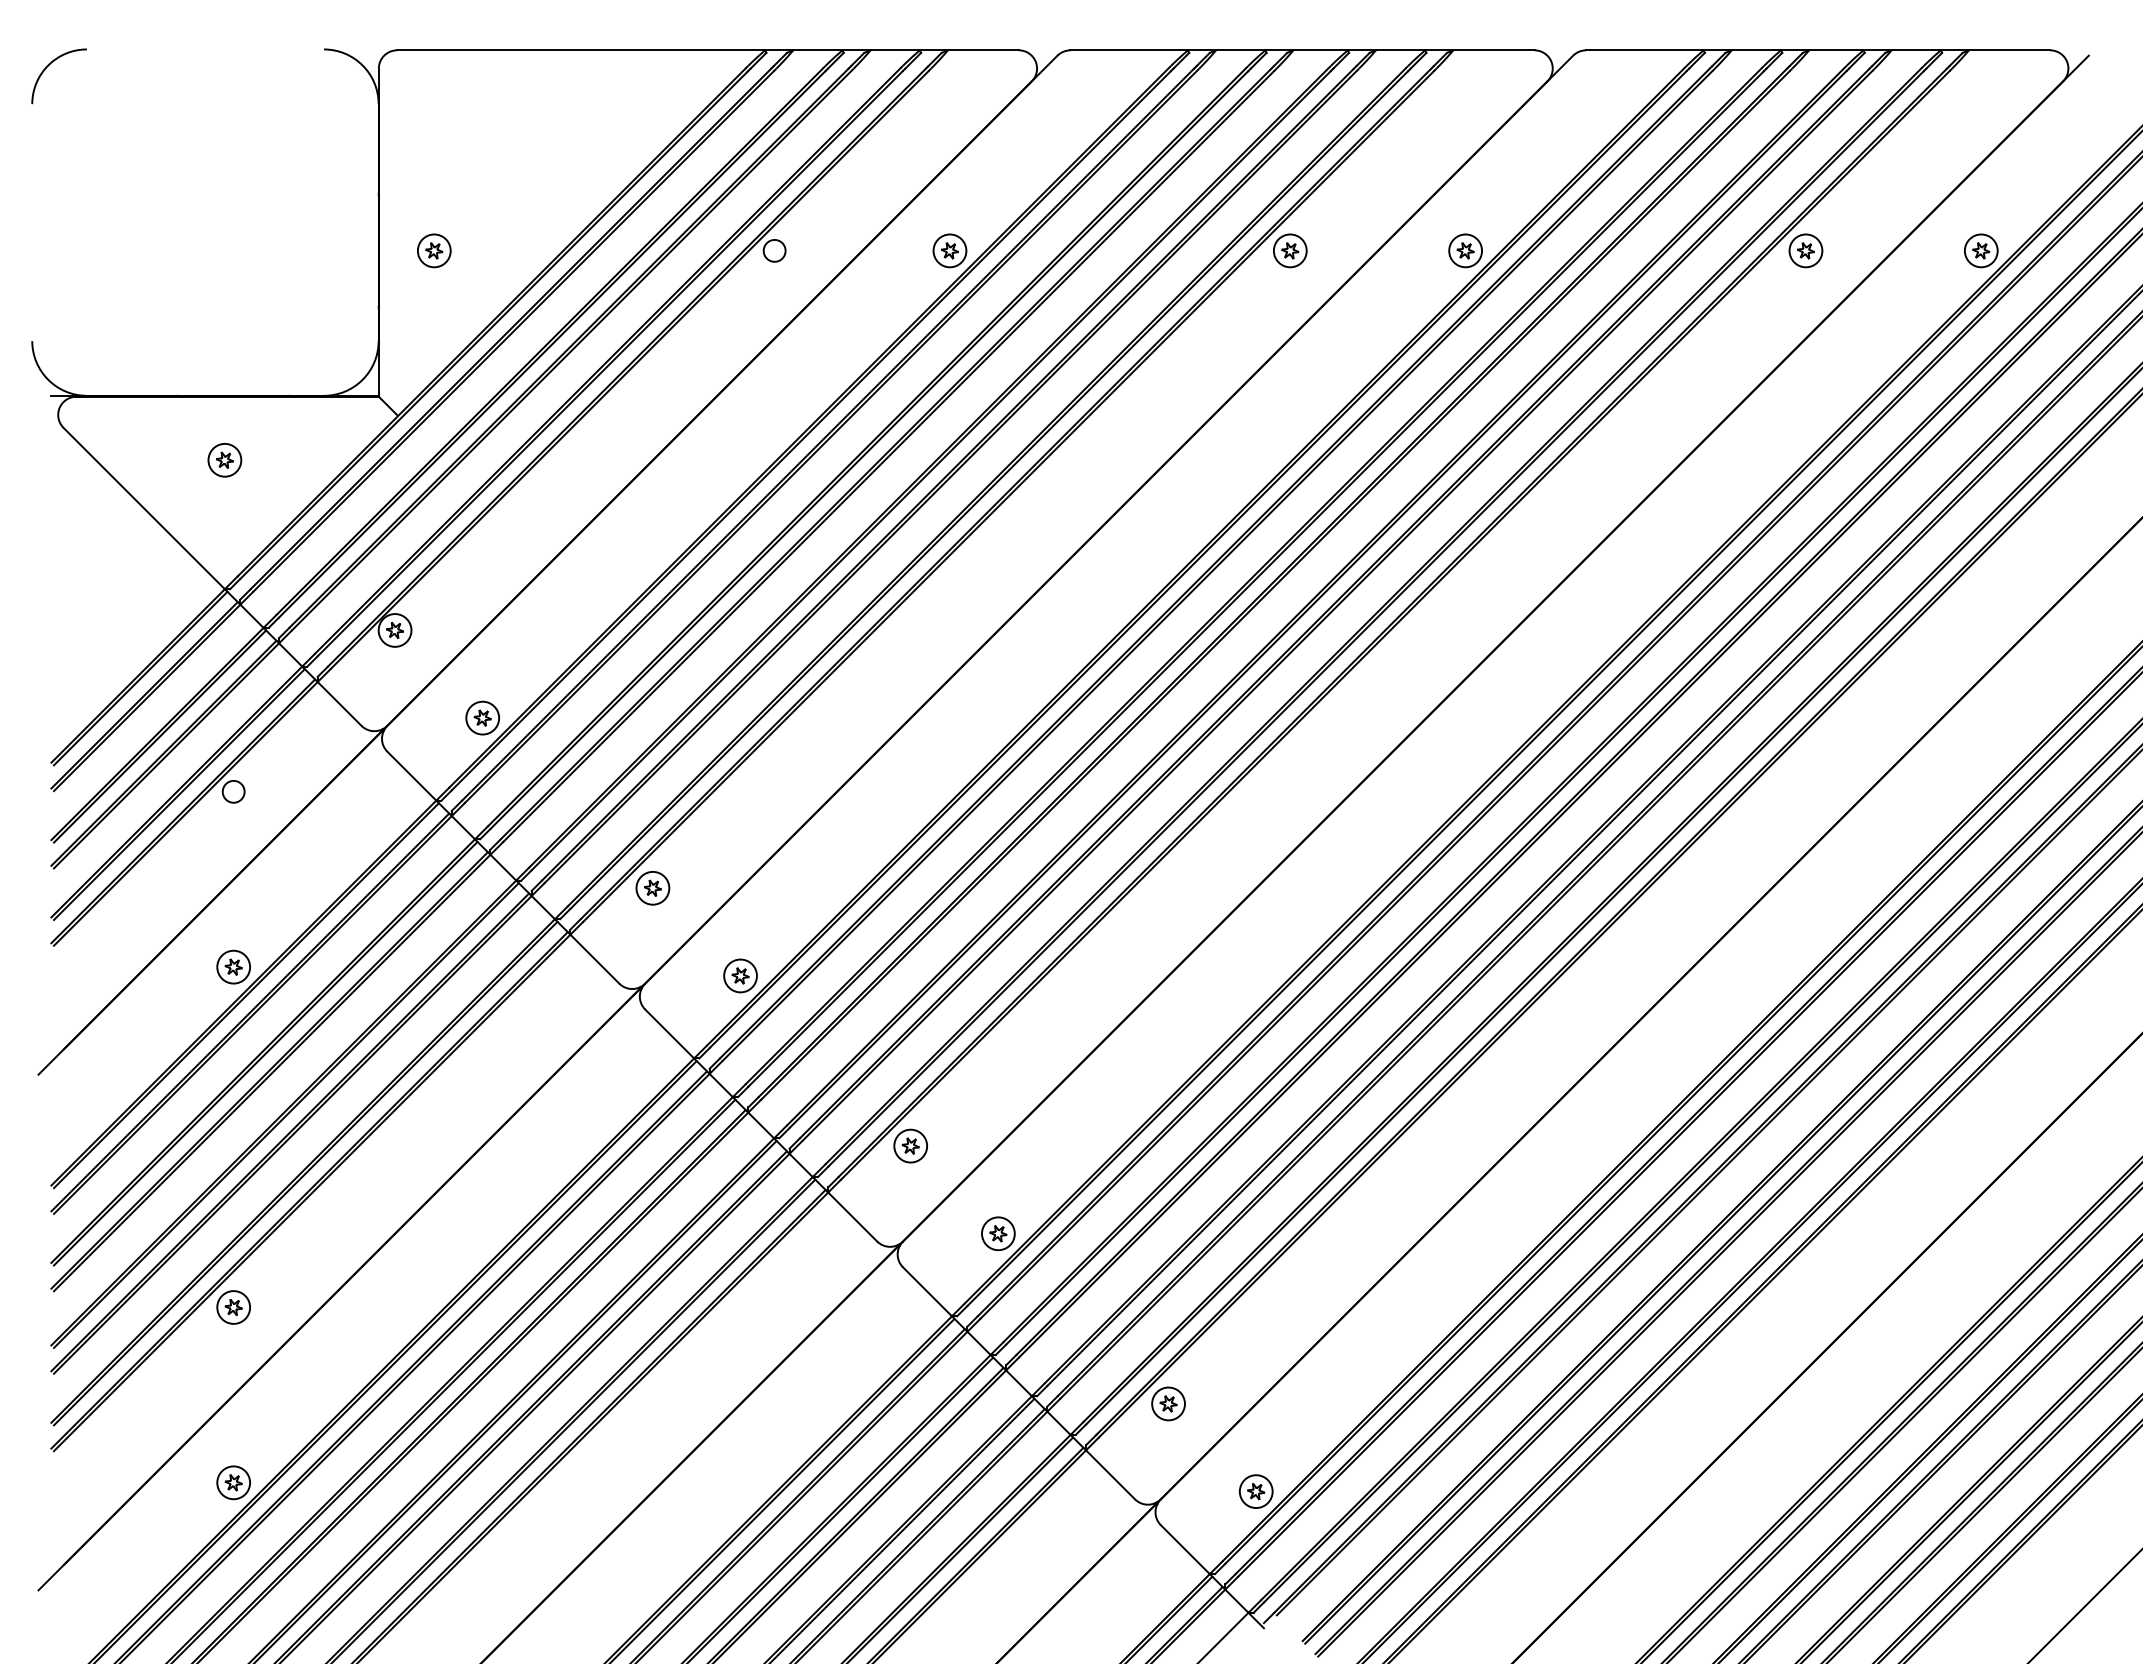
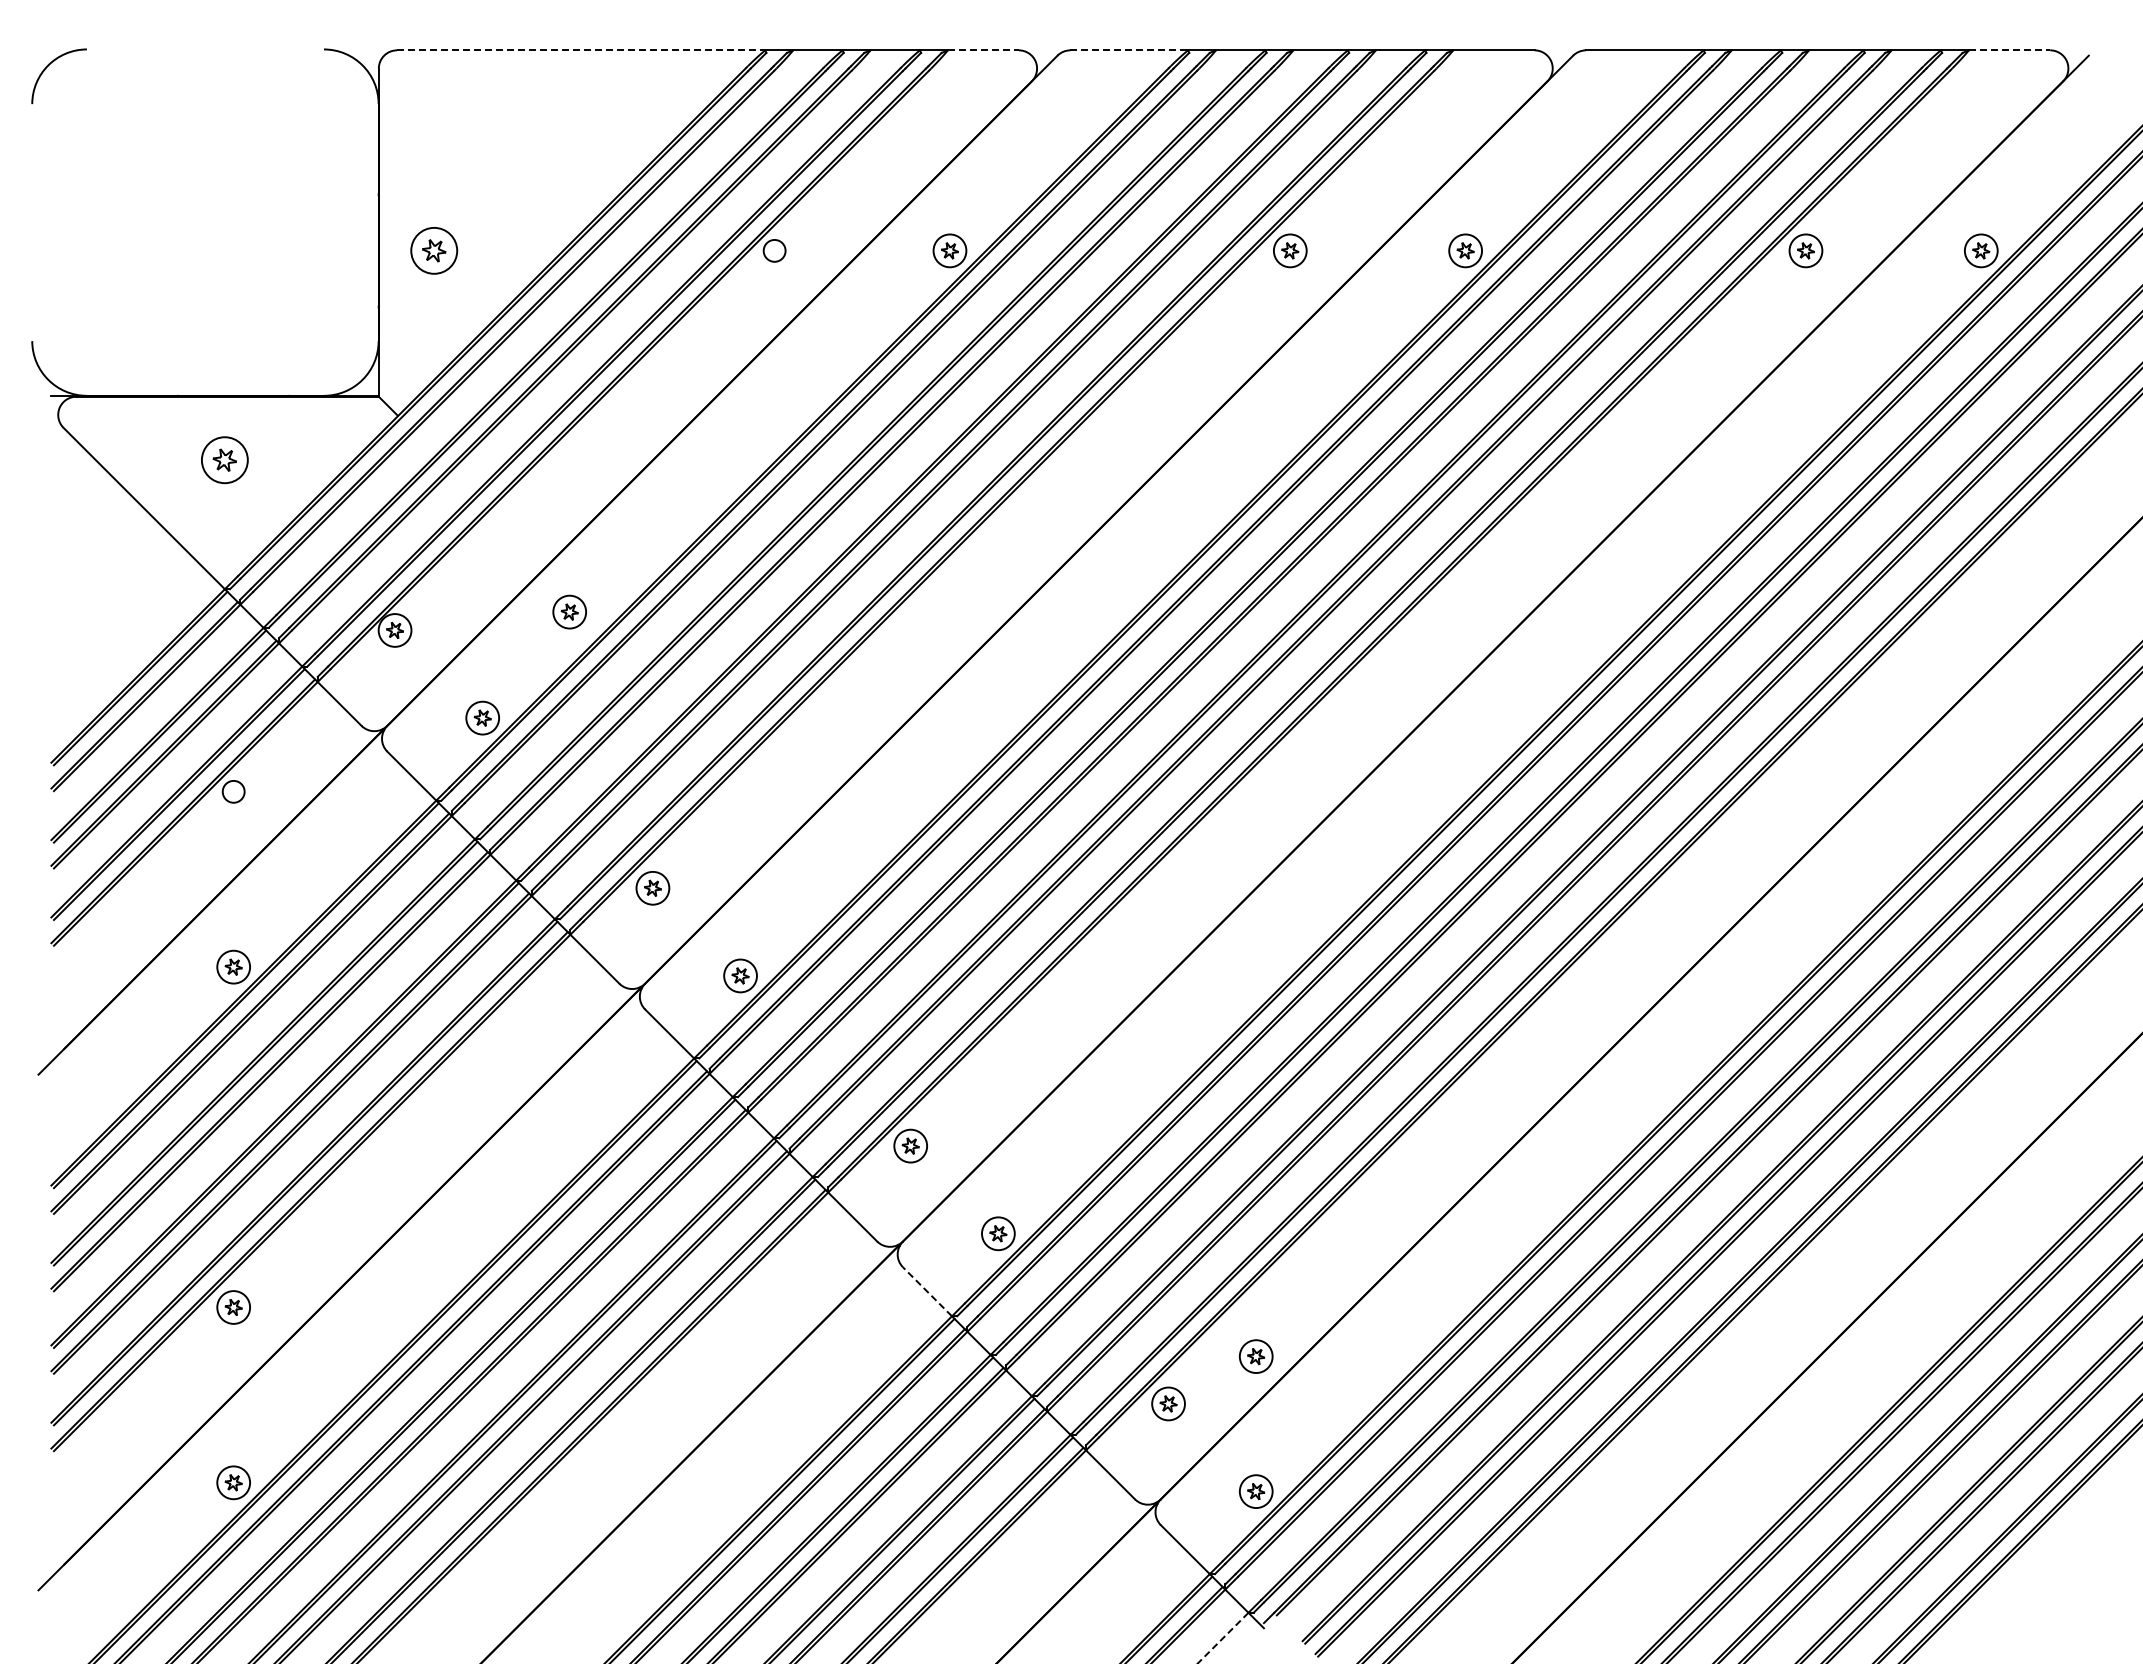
line at (581, 50): solid -> dashed
line at (983, 50): solid -> dashed
line at (1129, 50): solid -> dashed
line at (2009, 50): solid -> dashed
part at (434, 250) size: 35x36 px -> 49x48 px
part at (224, 460) size: 36x35 px -> 48x49 px
part at (569, 611): none -> present
line at (927, 1291): solid -> dashed
part at (1255, 1356): none -> present
line at (2084, 1605): present -> none
line at (1223, 1638): solid -> dashed
